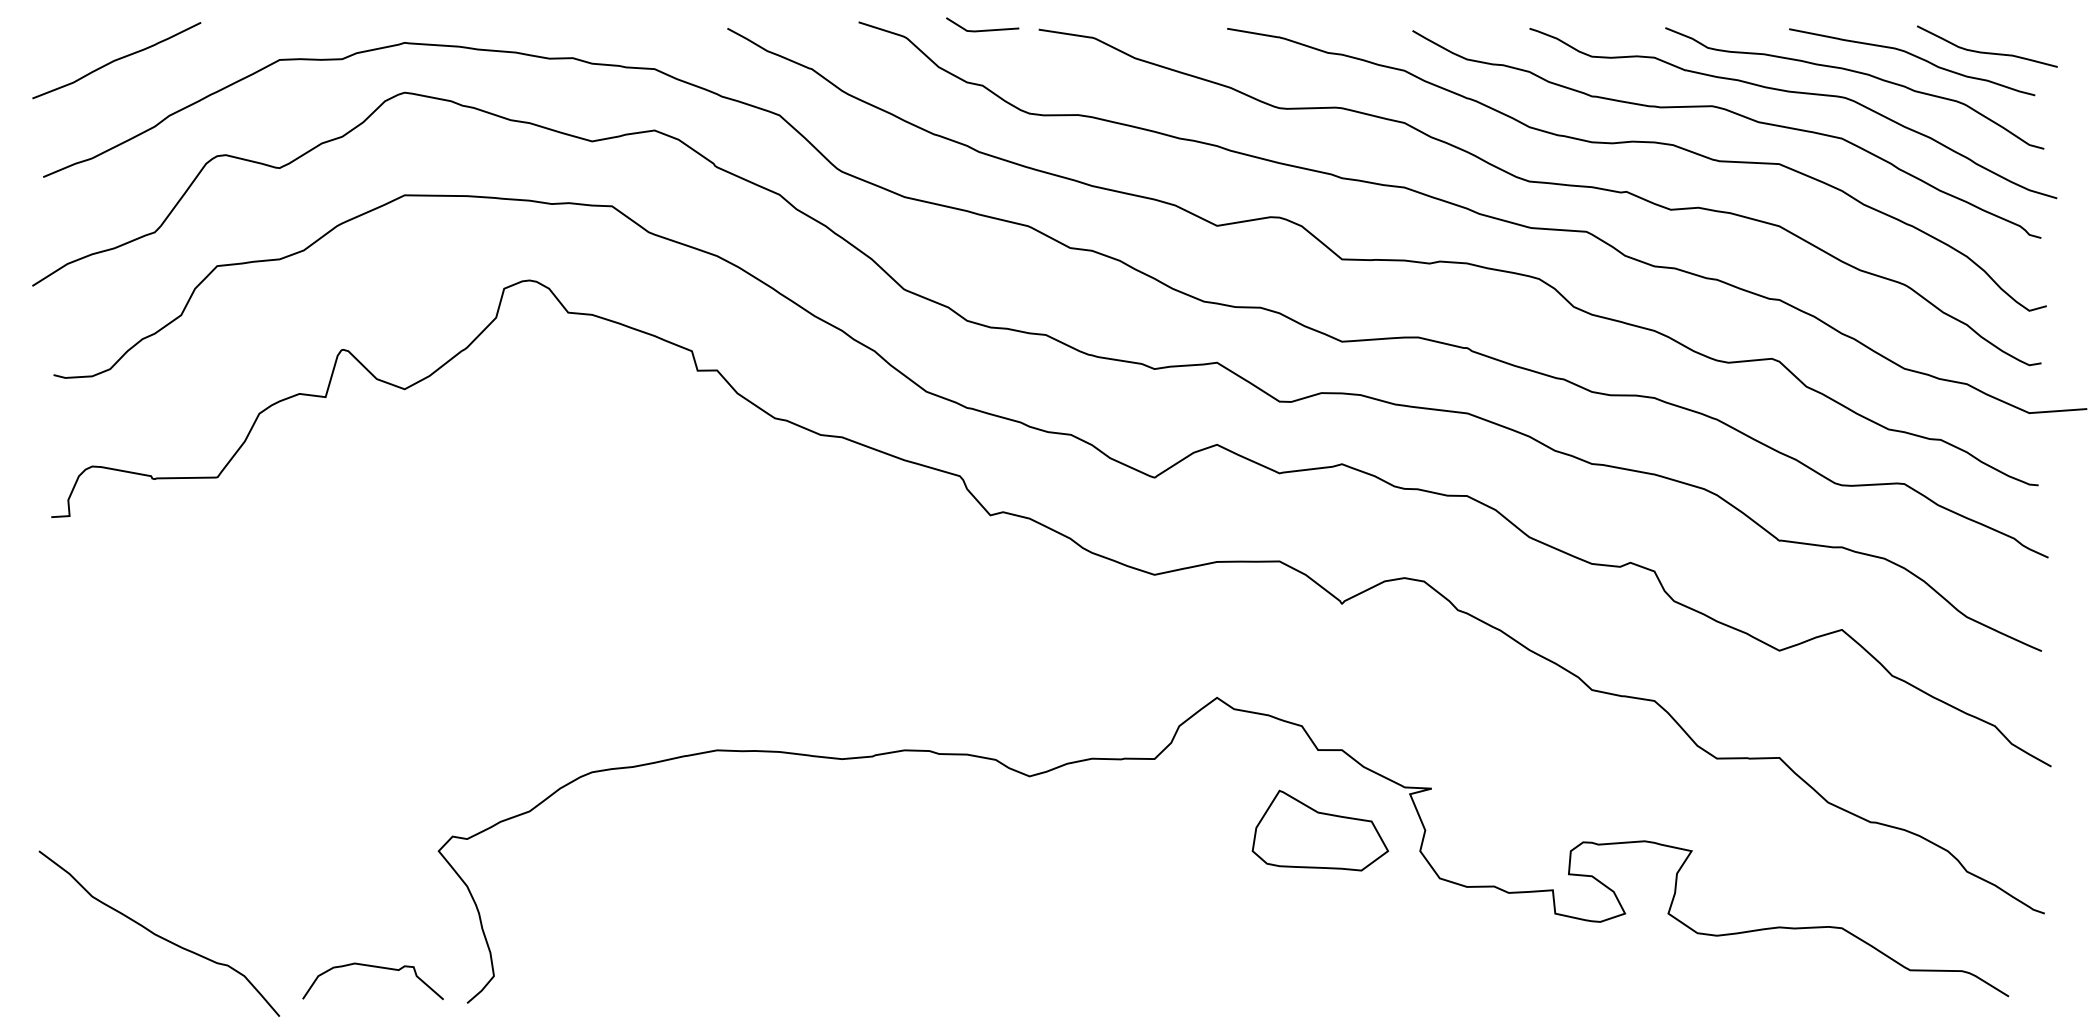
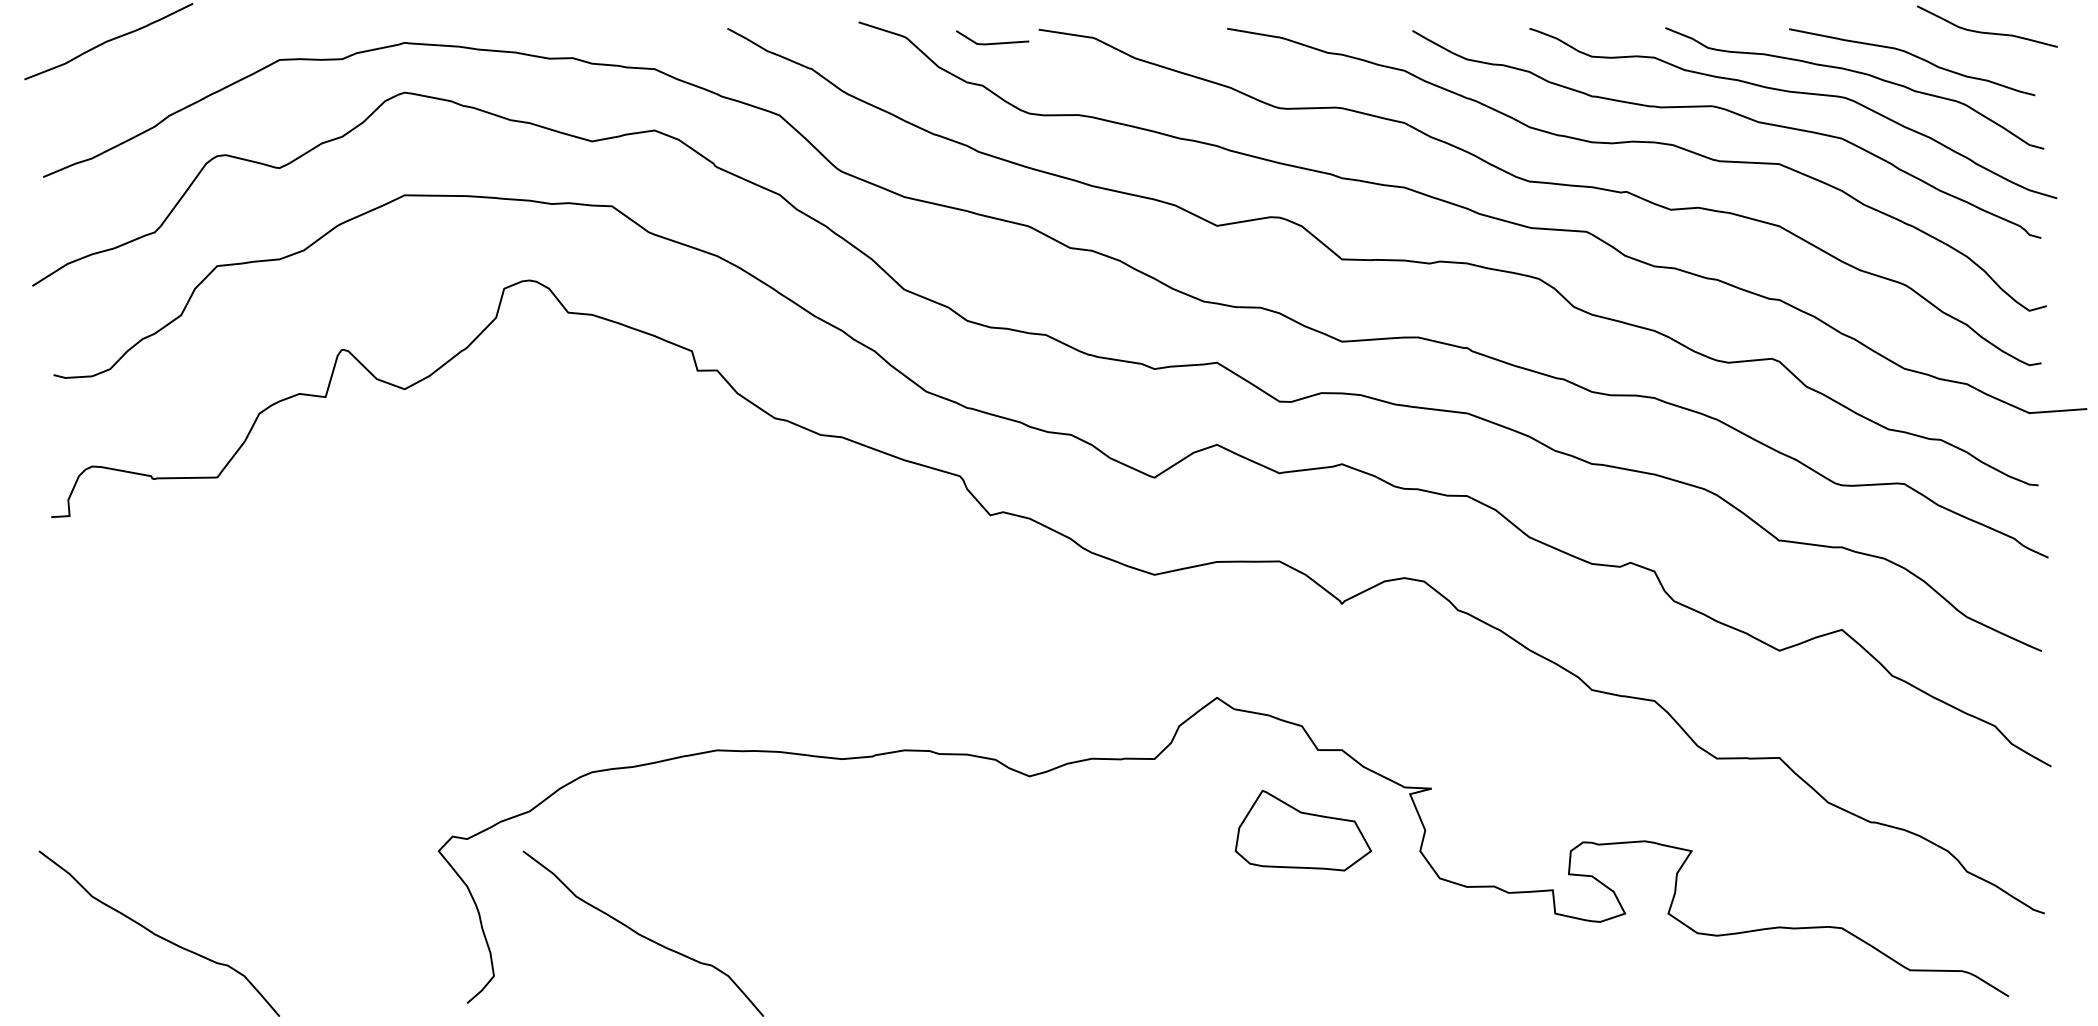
line at (984, 29) position: (984, 29) -> (994, 42)
curve at (1987, 52) position: (1987, 52) -> (1987, 32)
curve at (116, 60) position: (116, 60) -> (108, 41)
part at (1320, 830) position: (1320, 830) -> (1303, 830)
curve at (643, 935): none -> present
curve at (372, 967): present -> none
